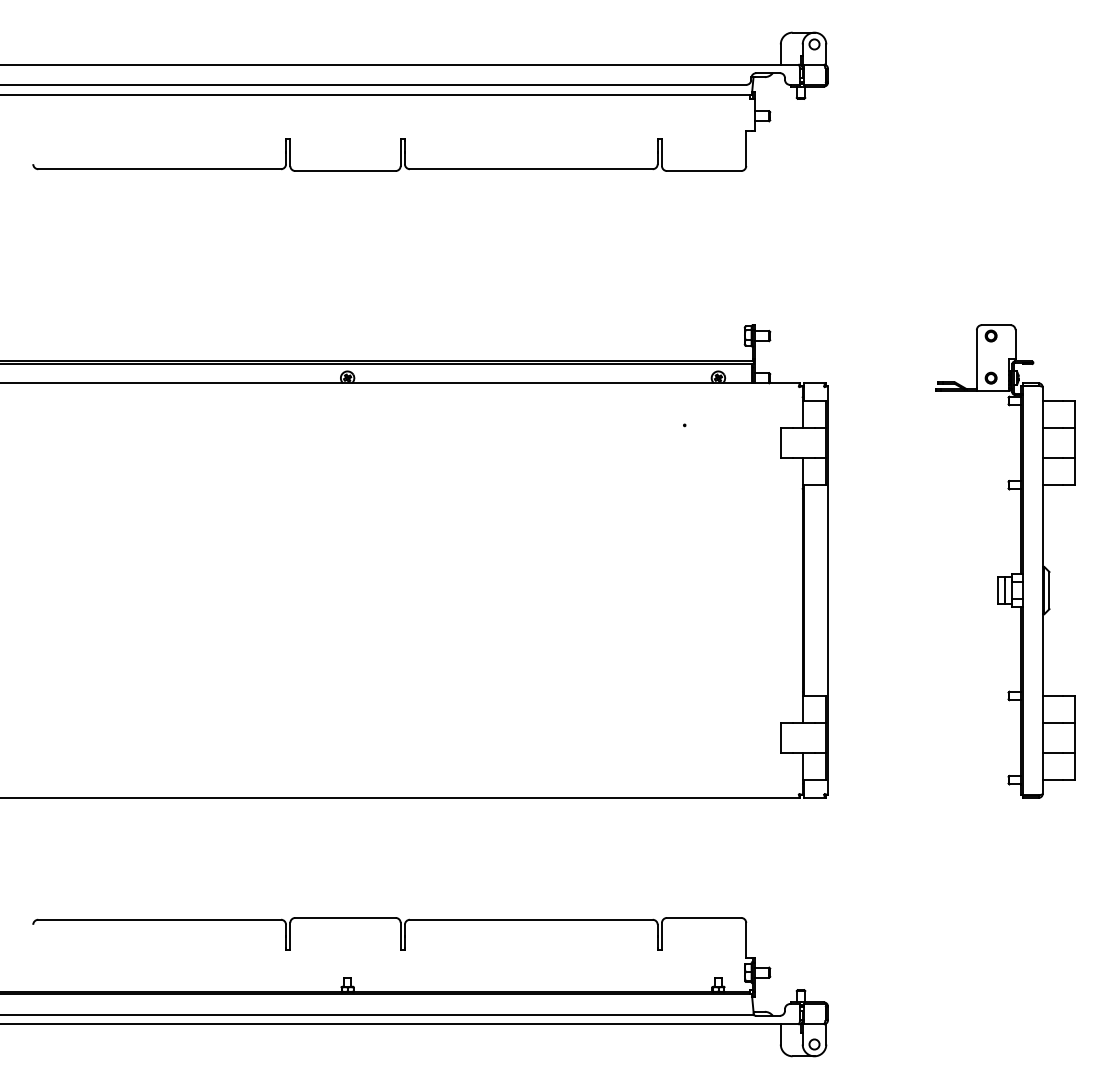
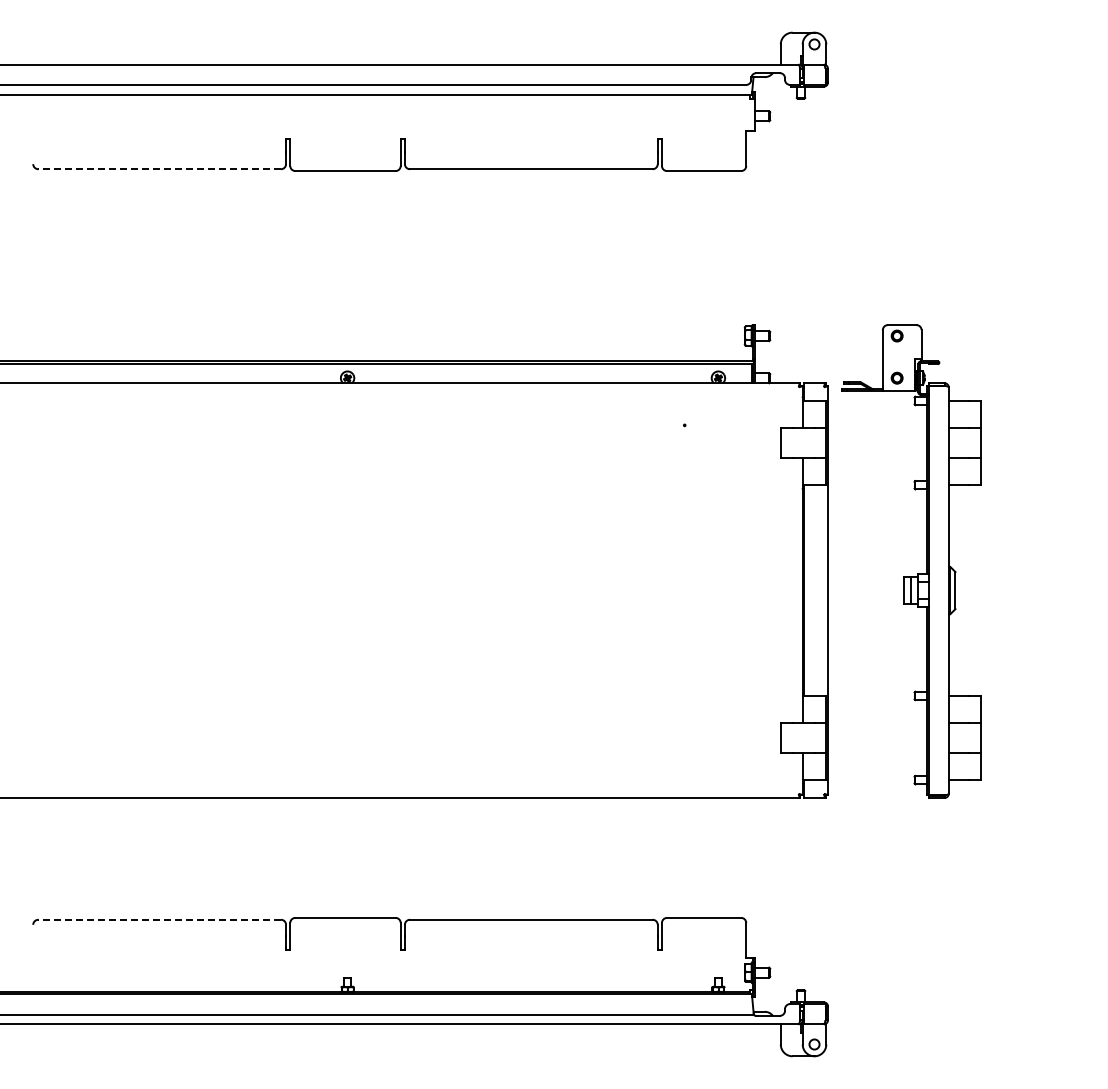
line at (159, 169): solid -> dashed
part at (1011, 573) position: (1011, 573) -> (917, 573)
line at (159, 919): solid -> dashed
